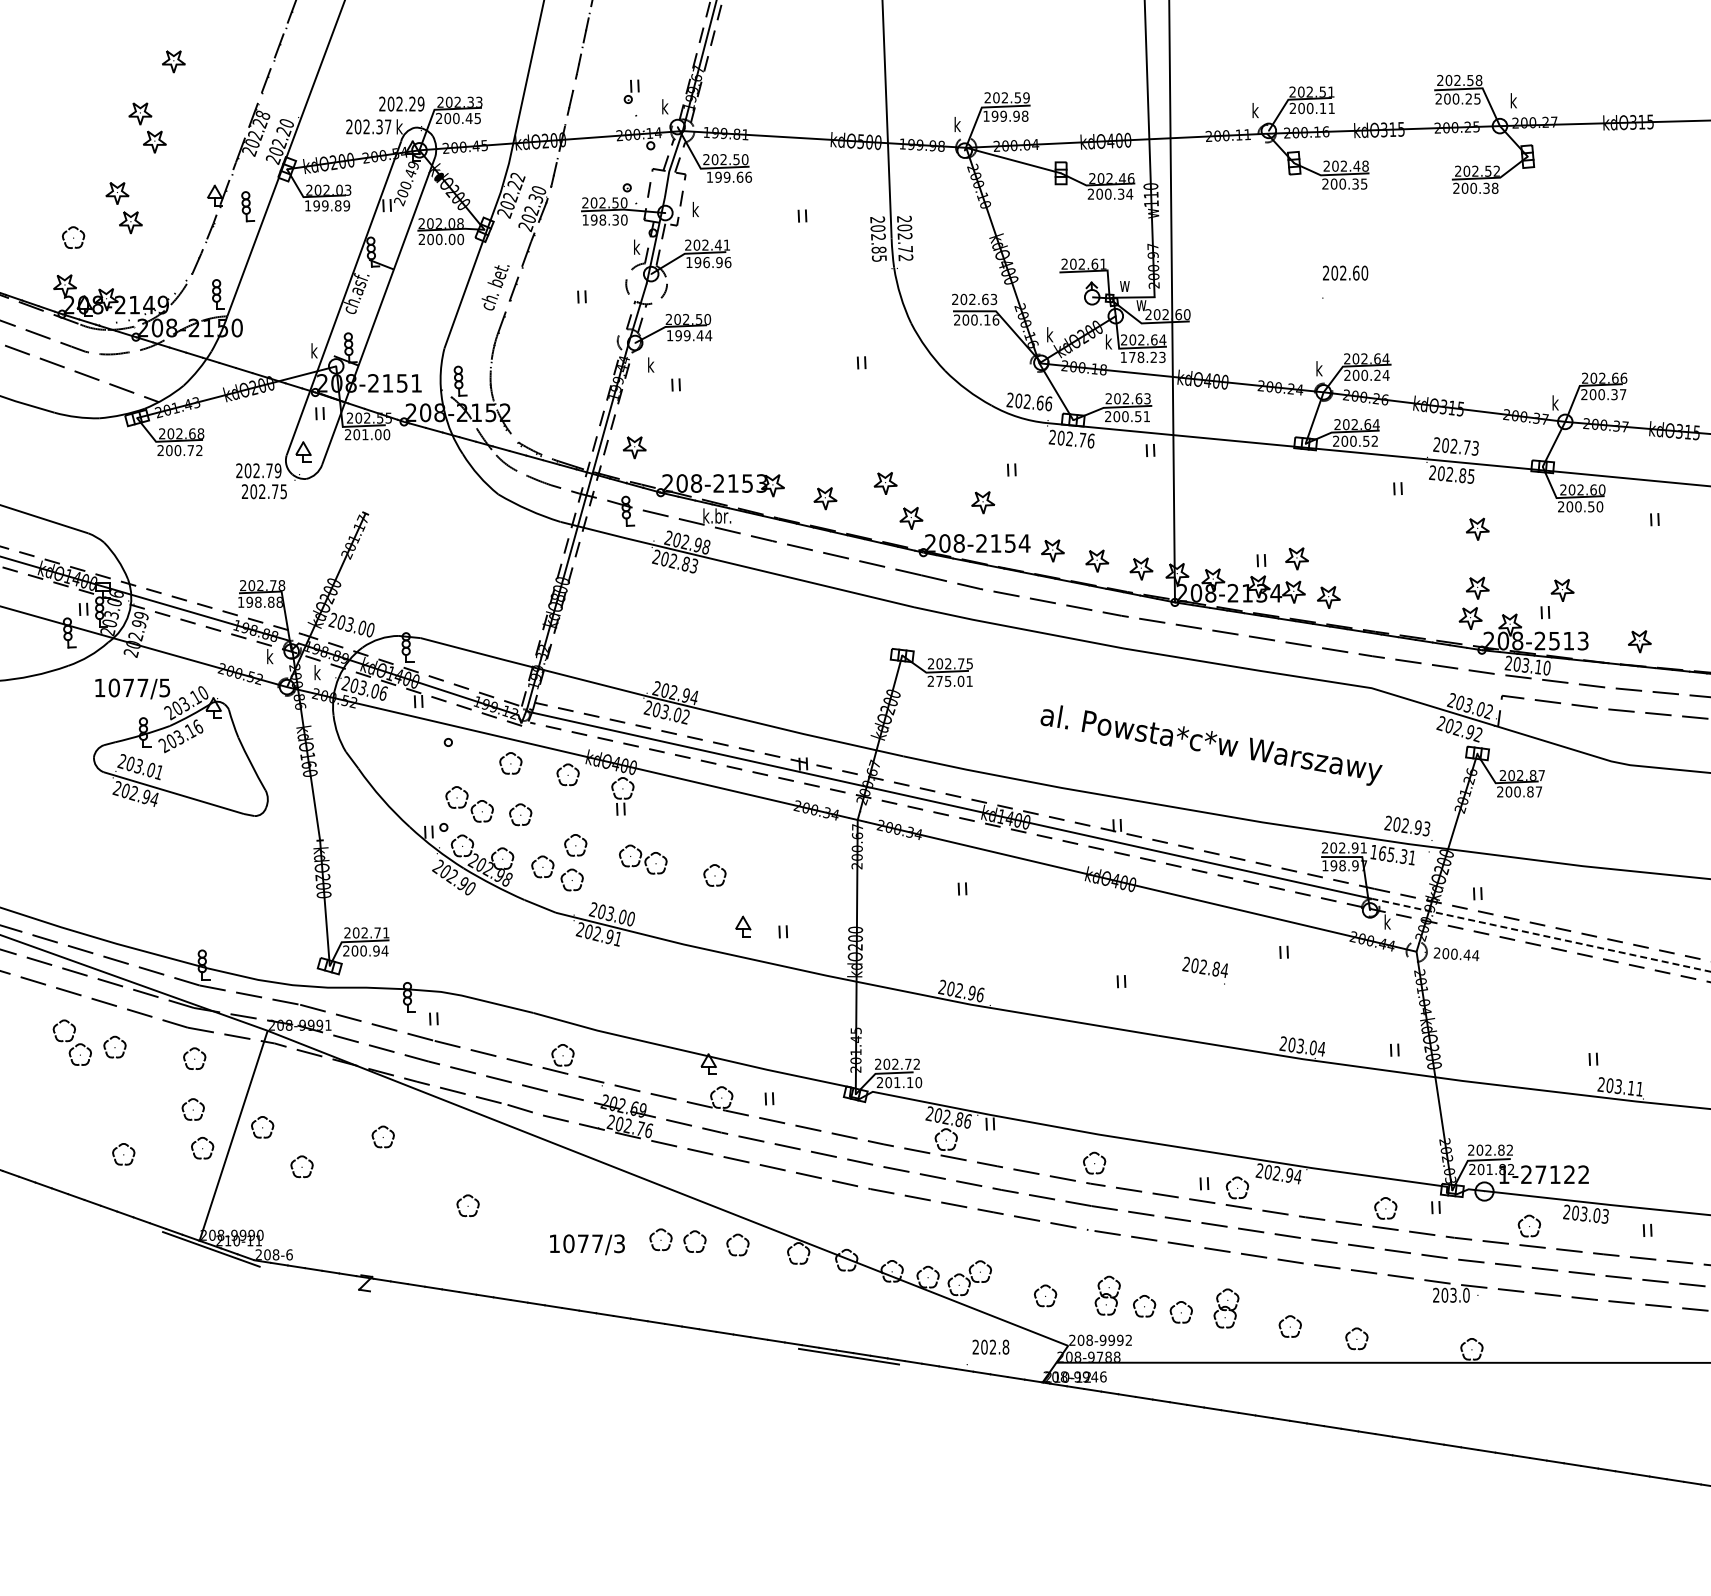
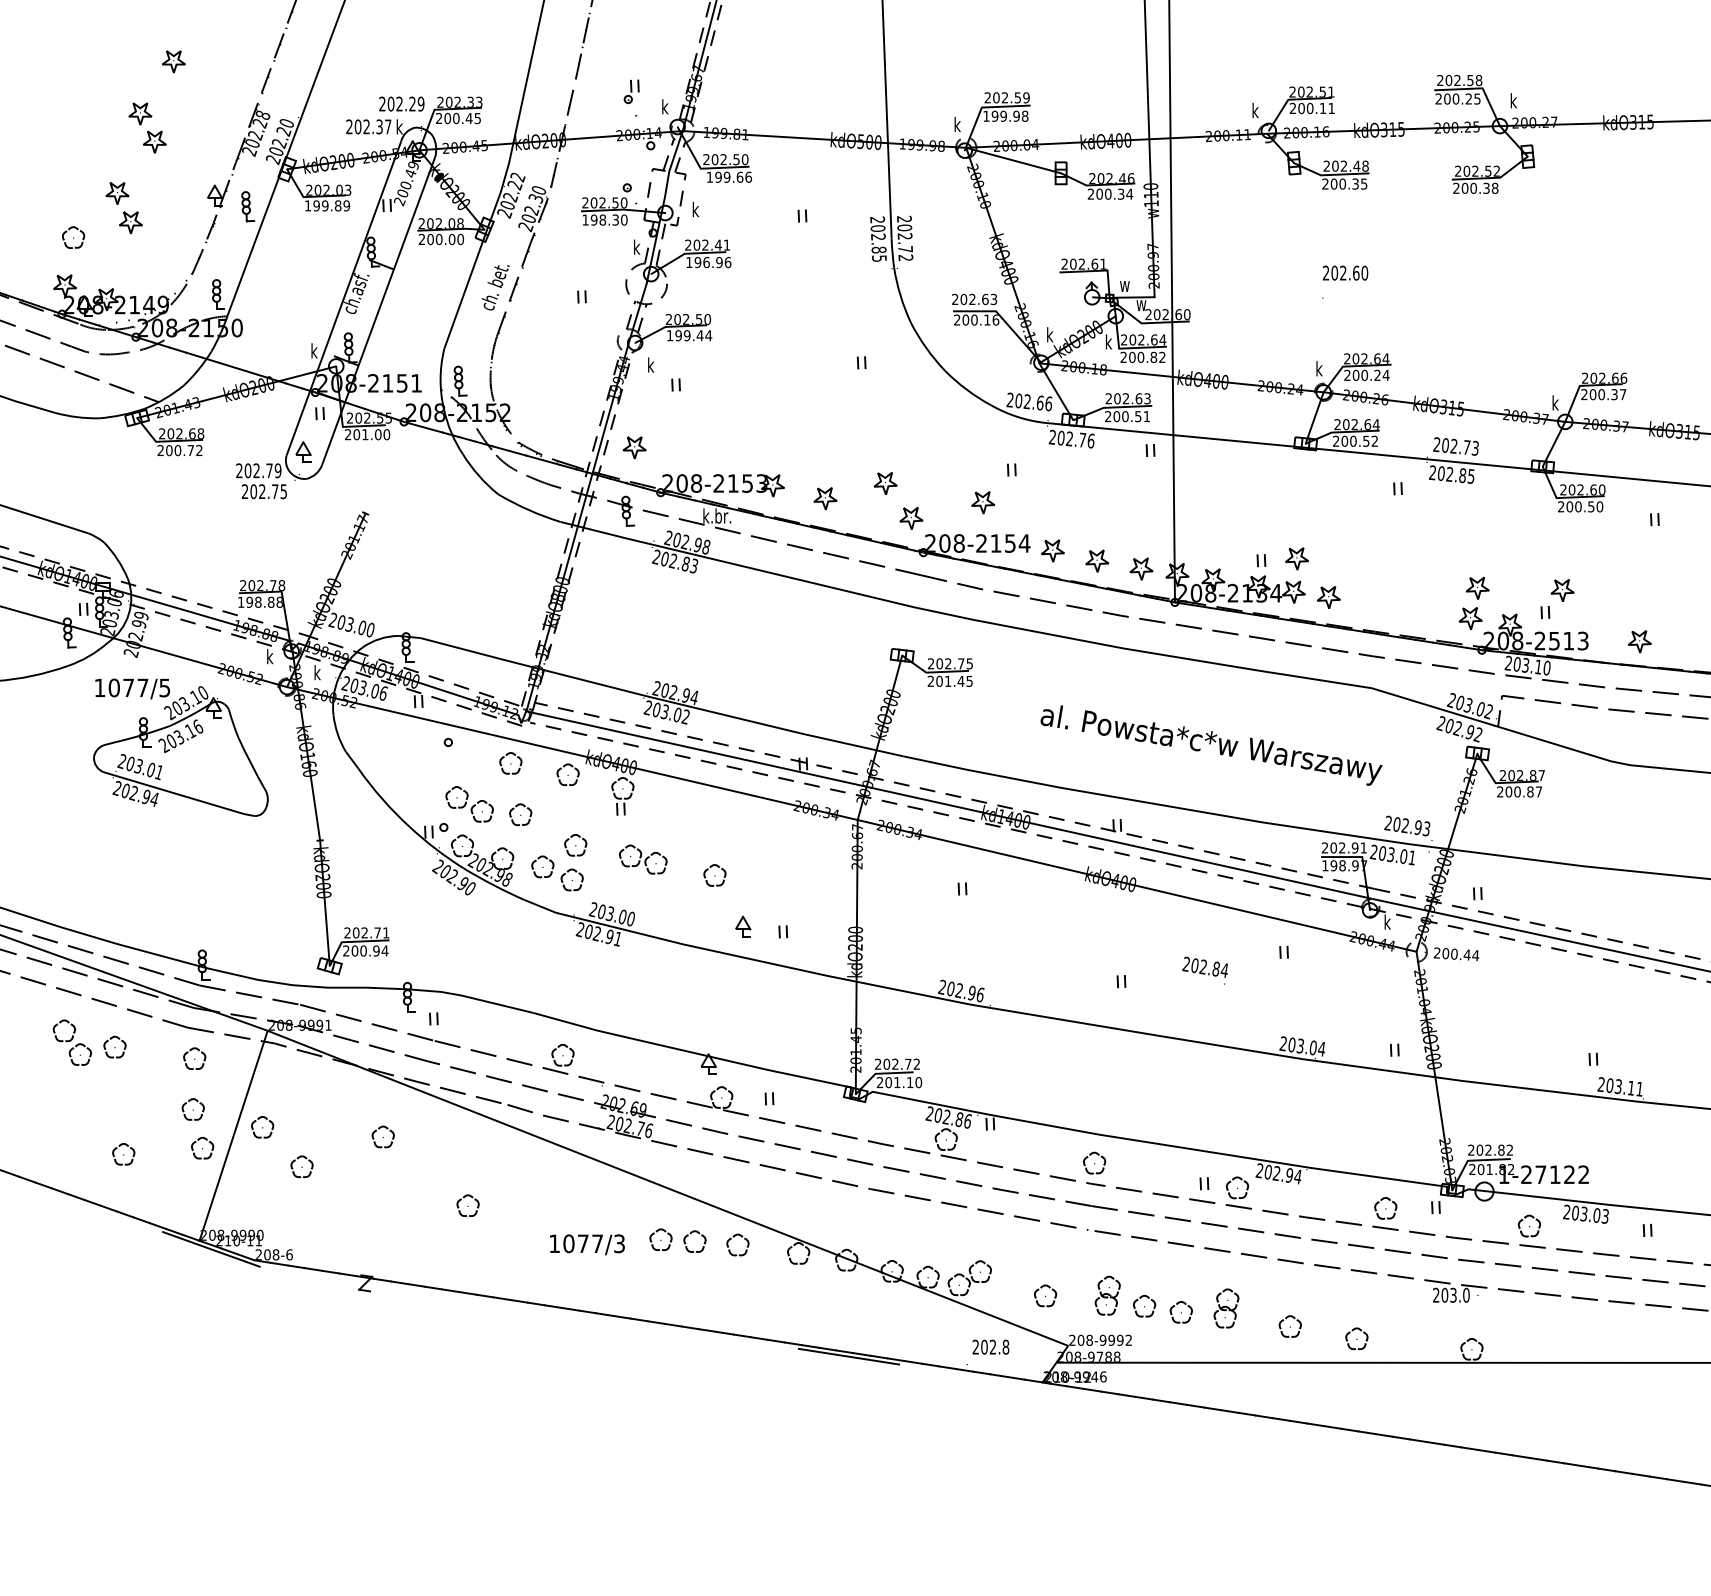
text at (1142, 357): 178.23 -> 200.82
part at (1477, 528): present -> none
text at (954, 680): 275.01 -> 201.45
text at (1388, 853): 165.31 -> 203.01
line at (1541, 935): dashed -> solid
